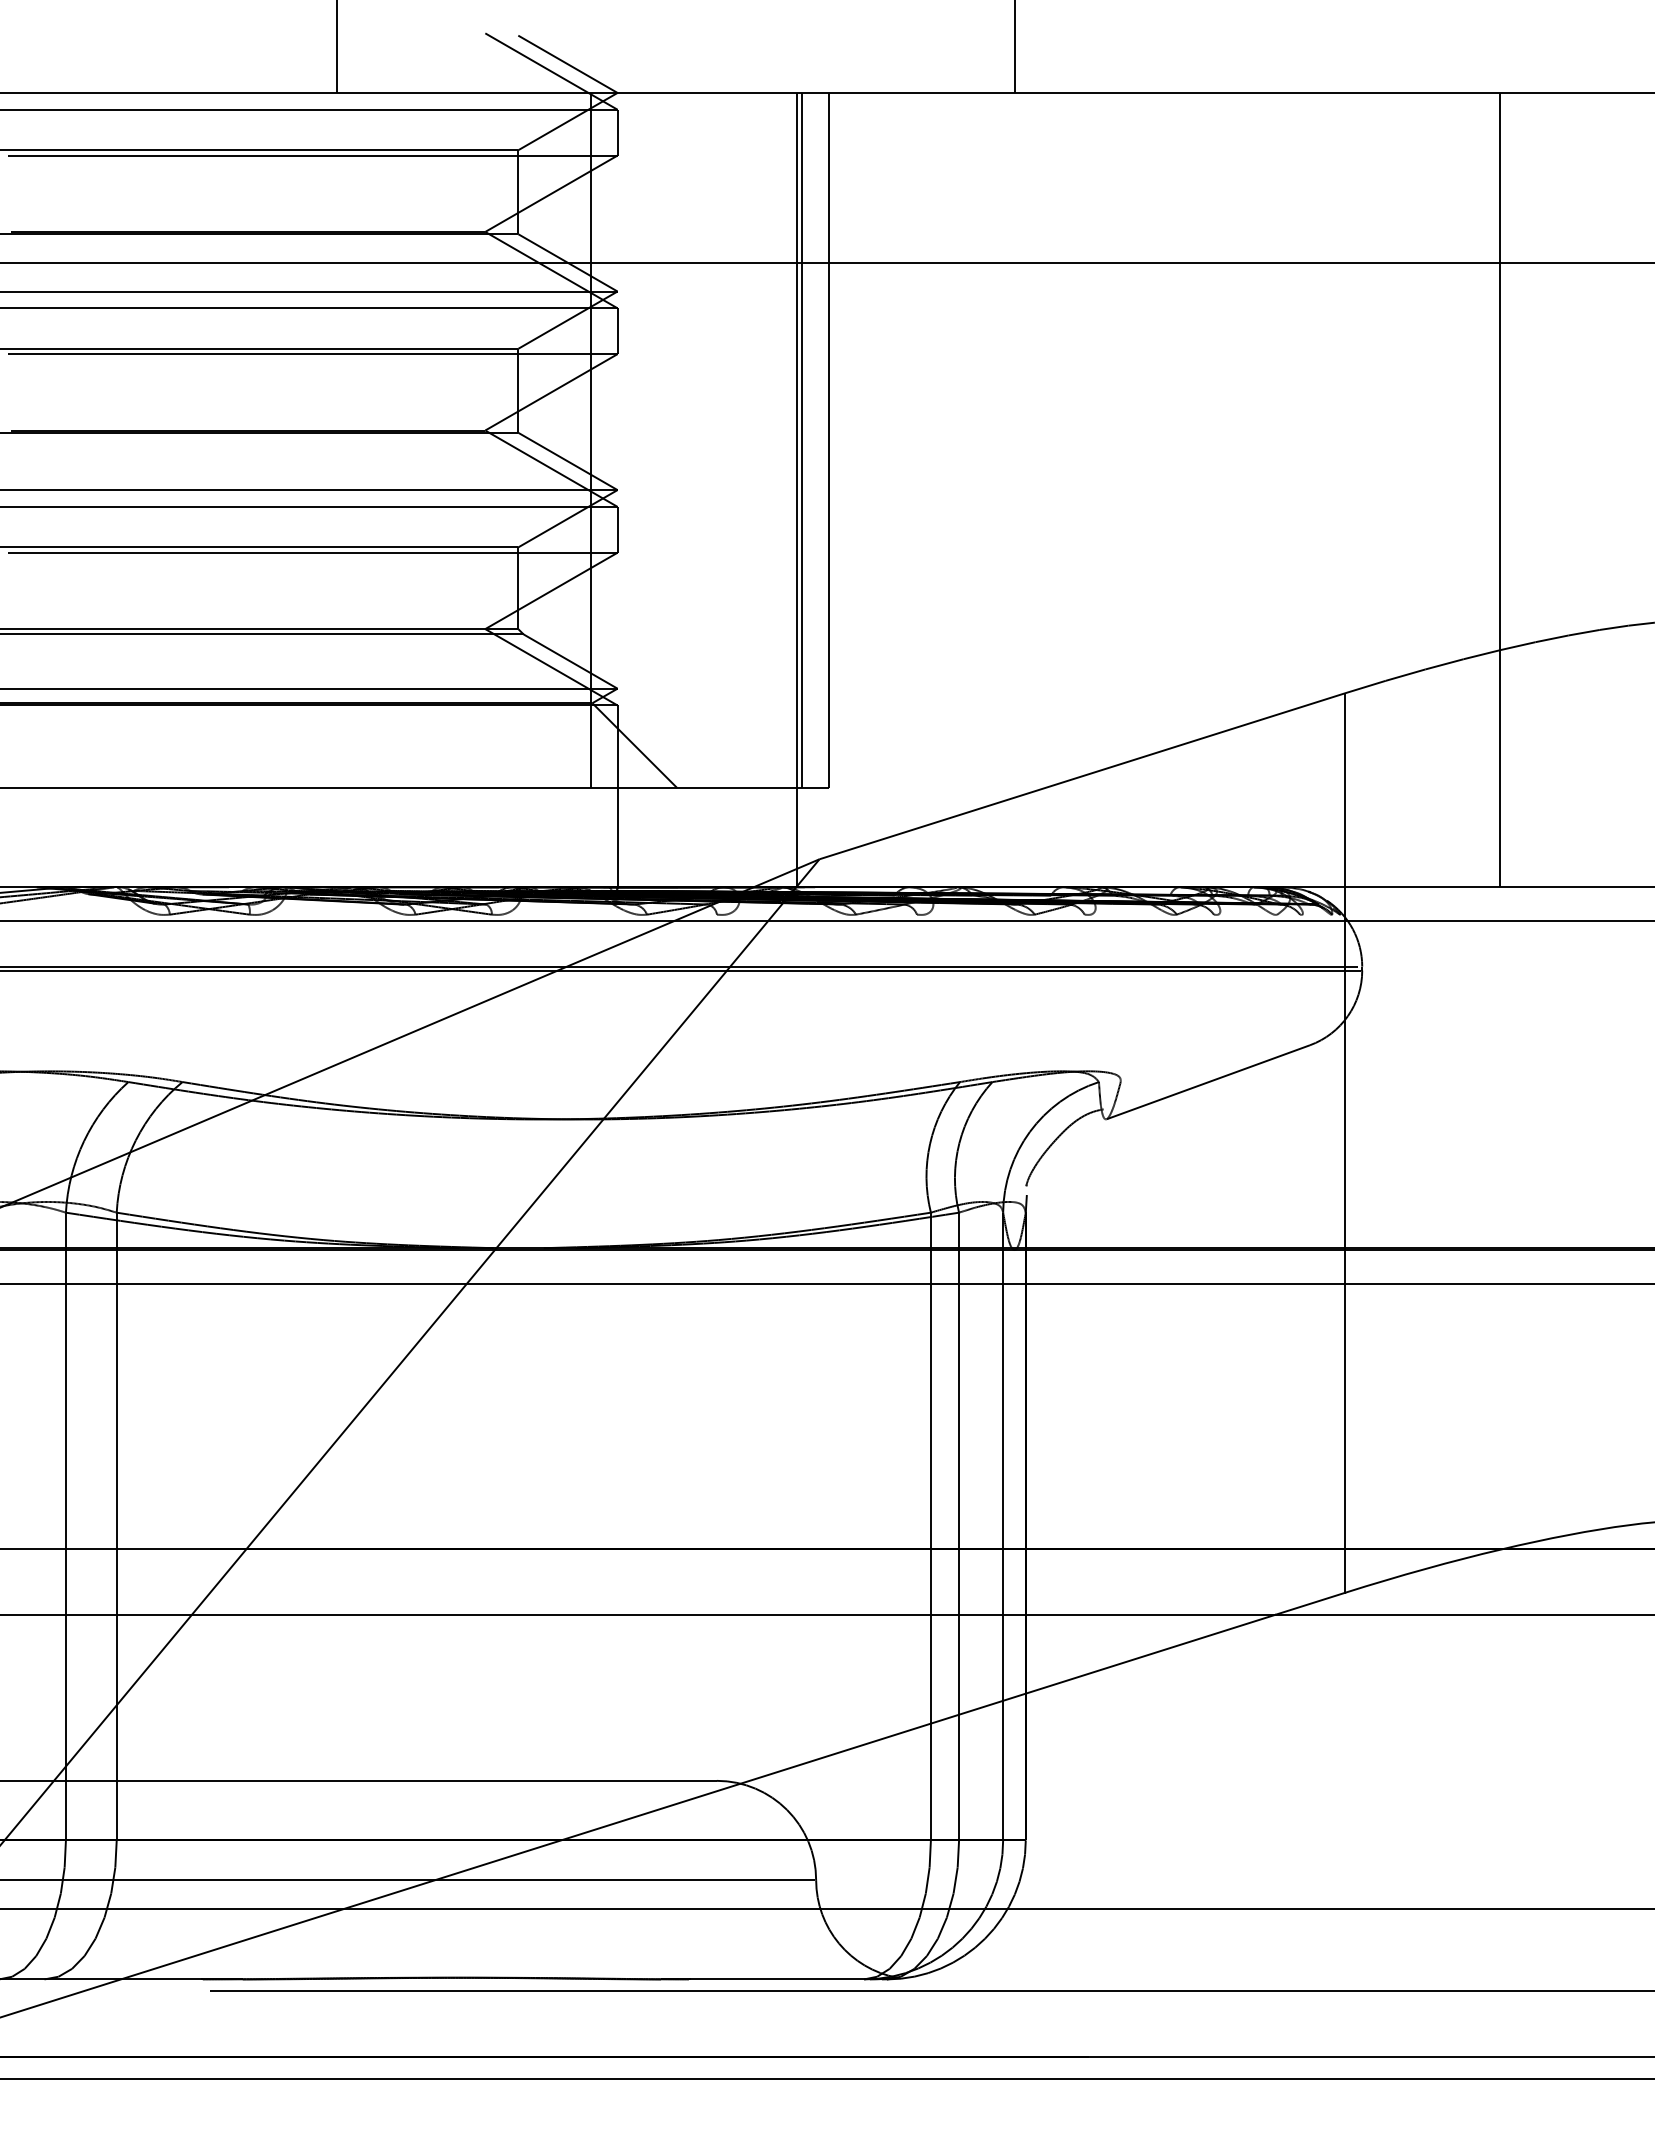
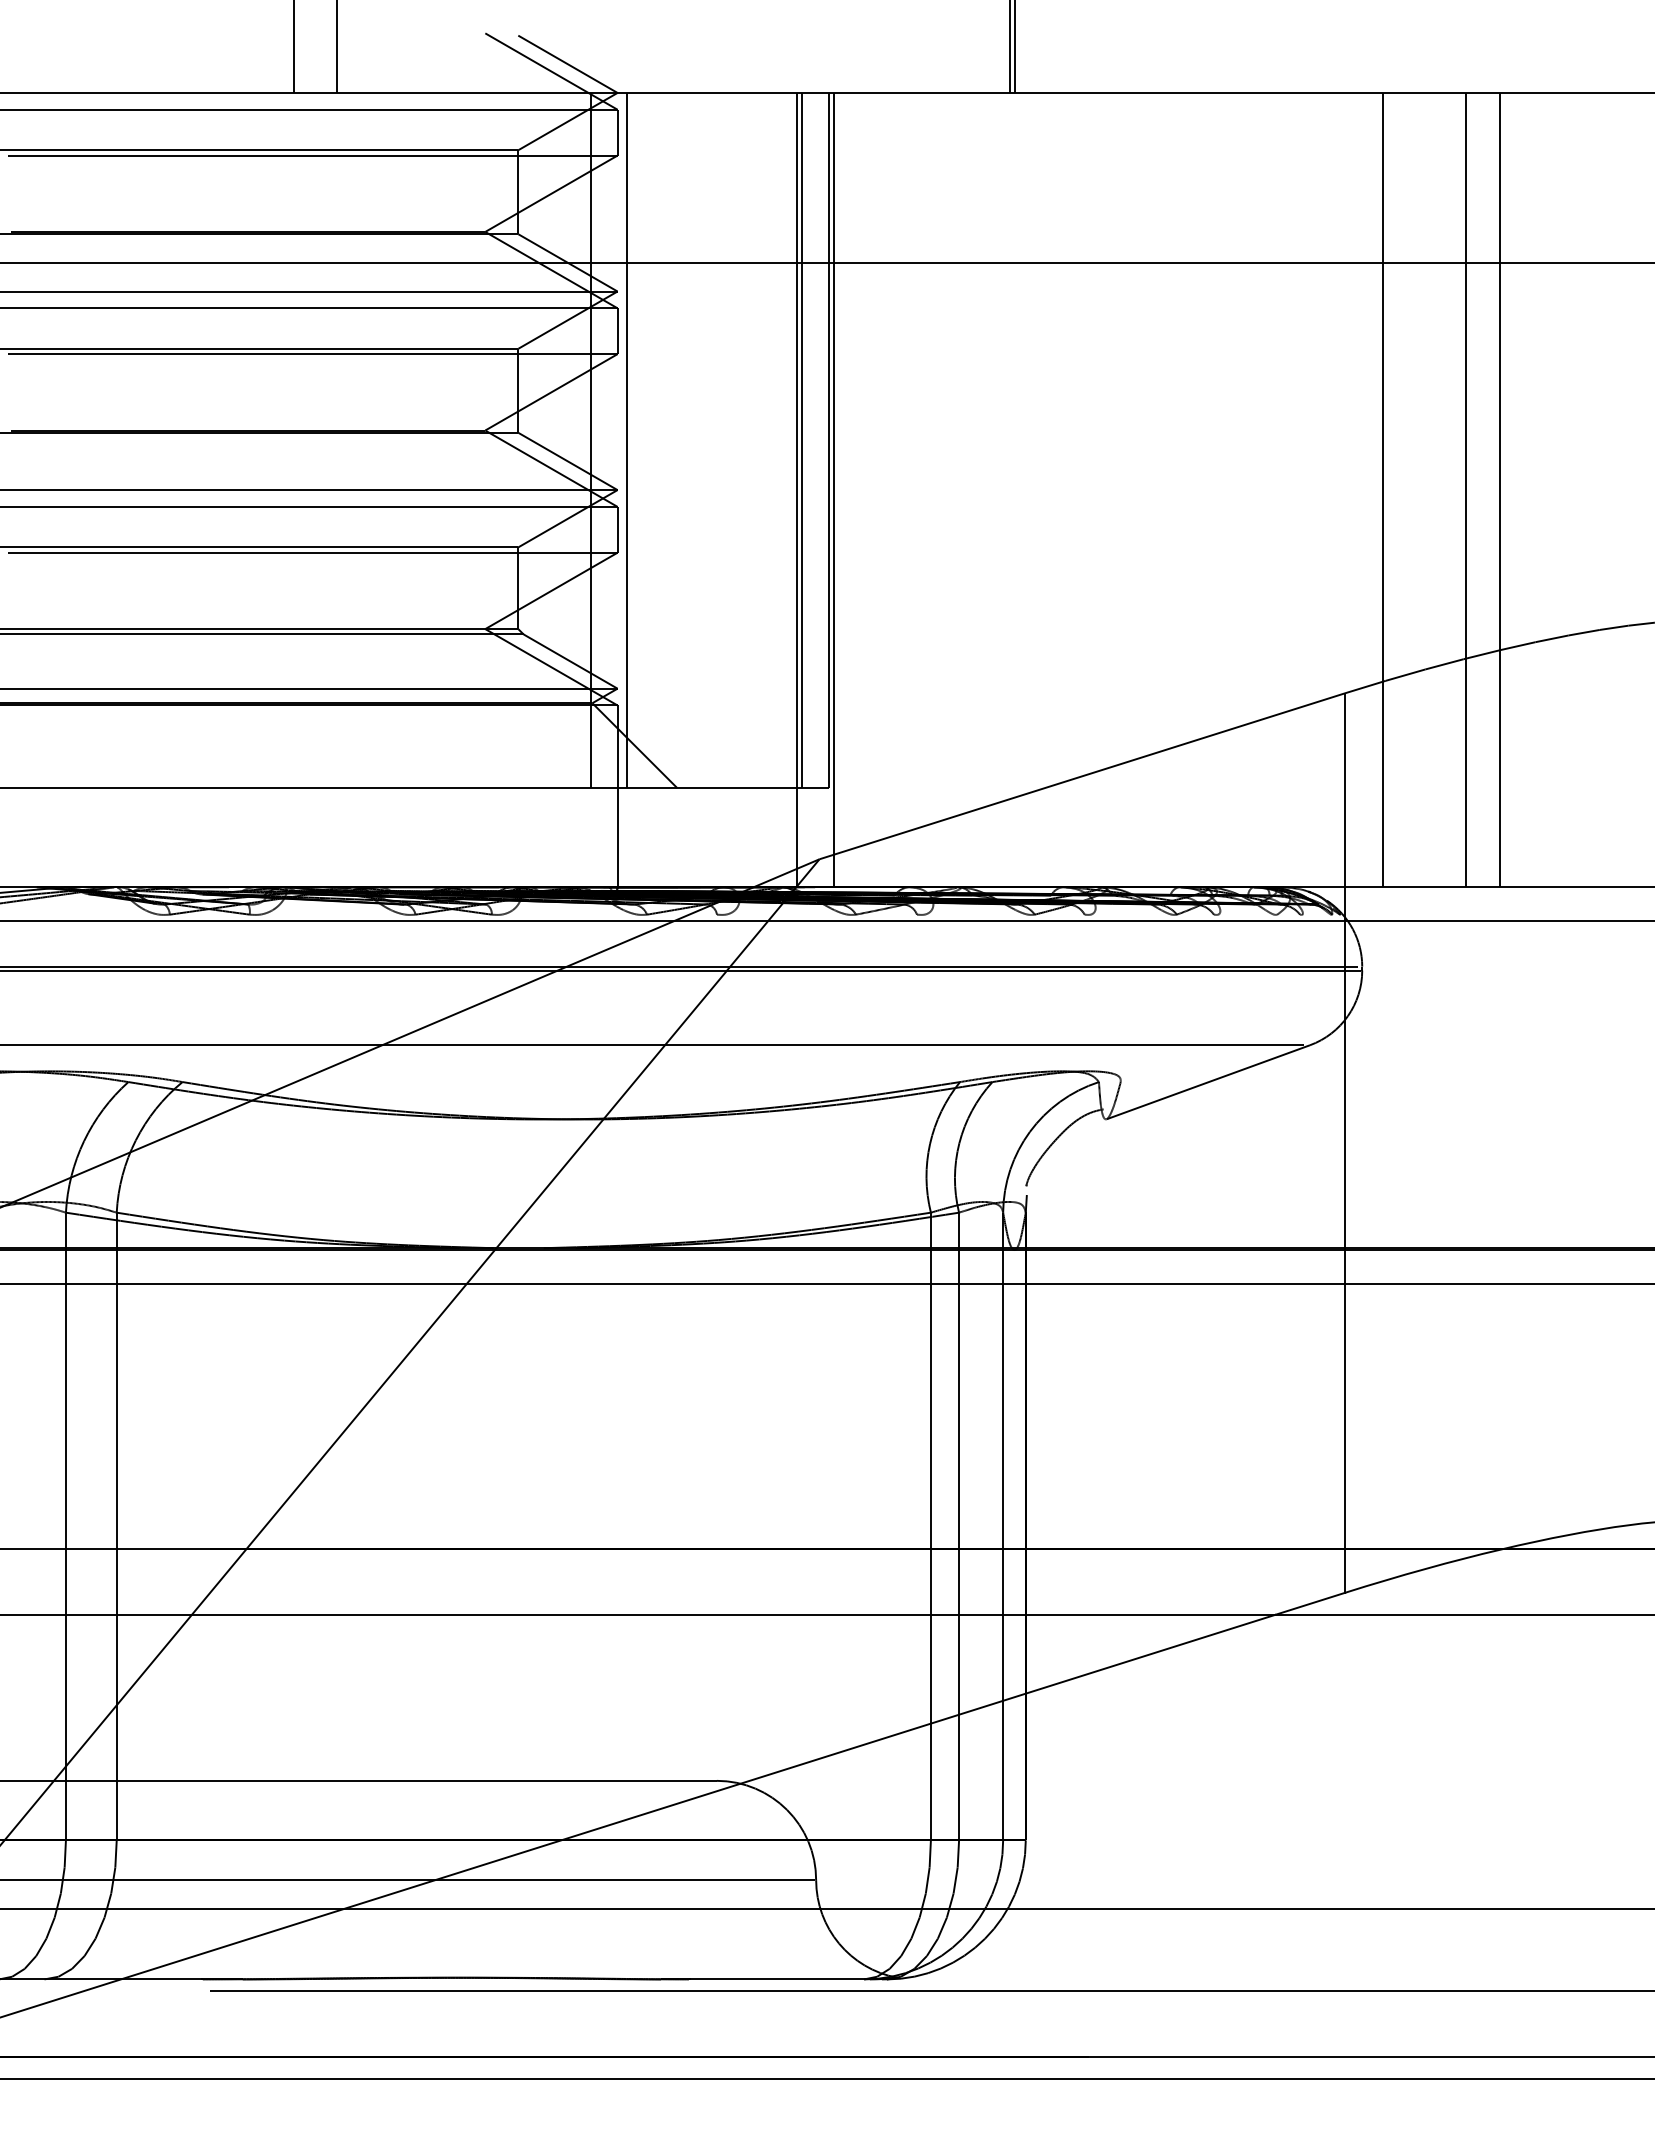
line at (293, 47): none -> present
line at (1009, 47): none -> present
line at (627, 439): none -> present
line at (834, 489): none -> present
line at (1382, 489): none -> present
line at (1466, 489): none -> present
line at (652, 1045): none -> present
